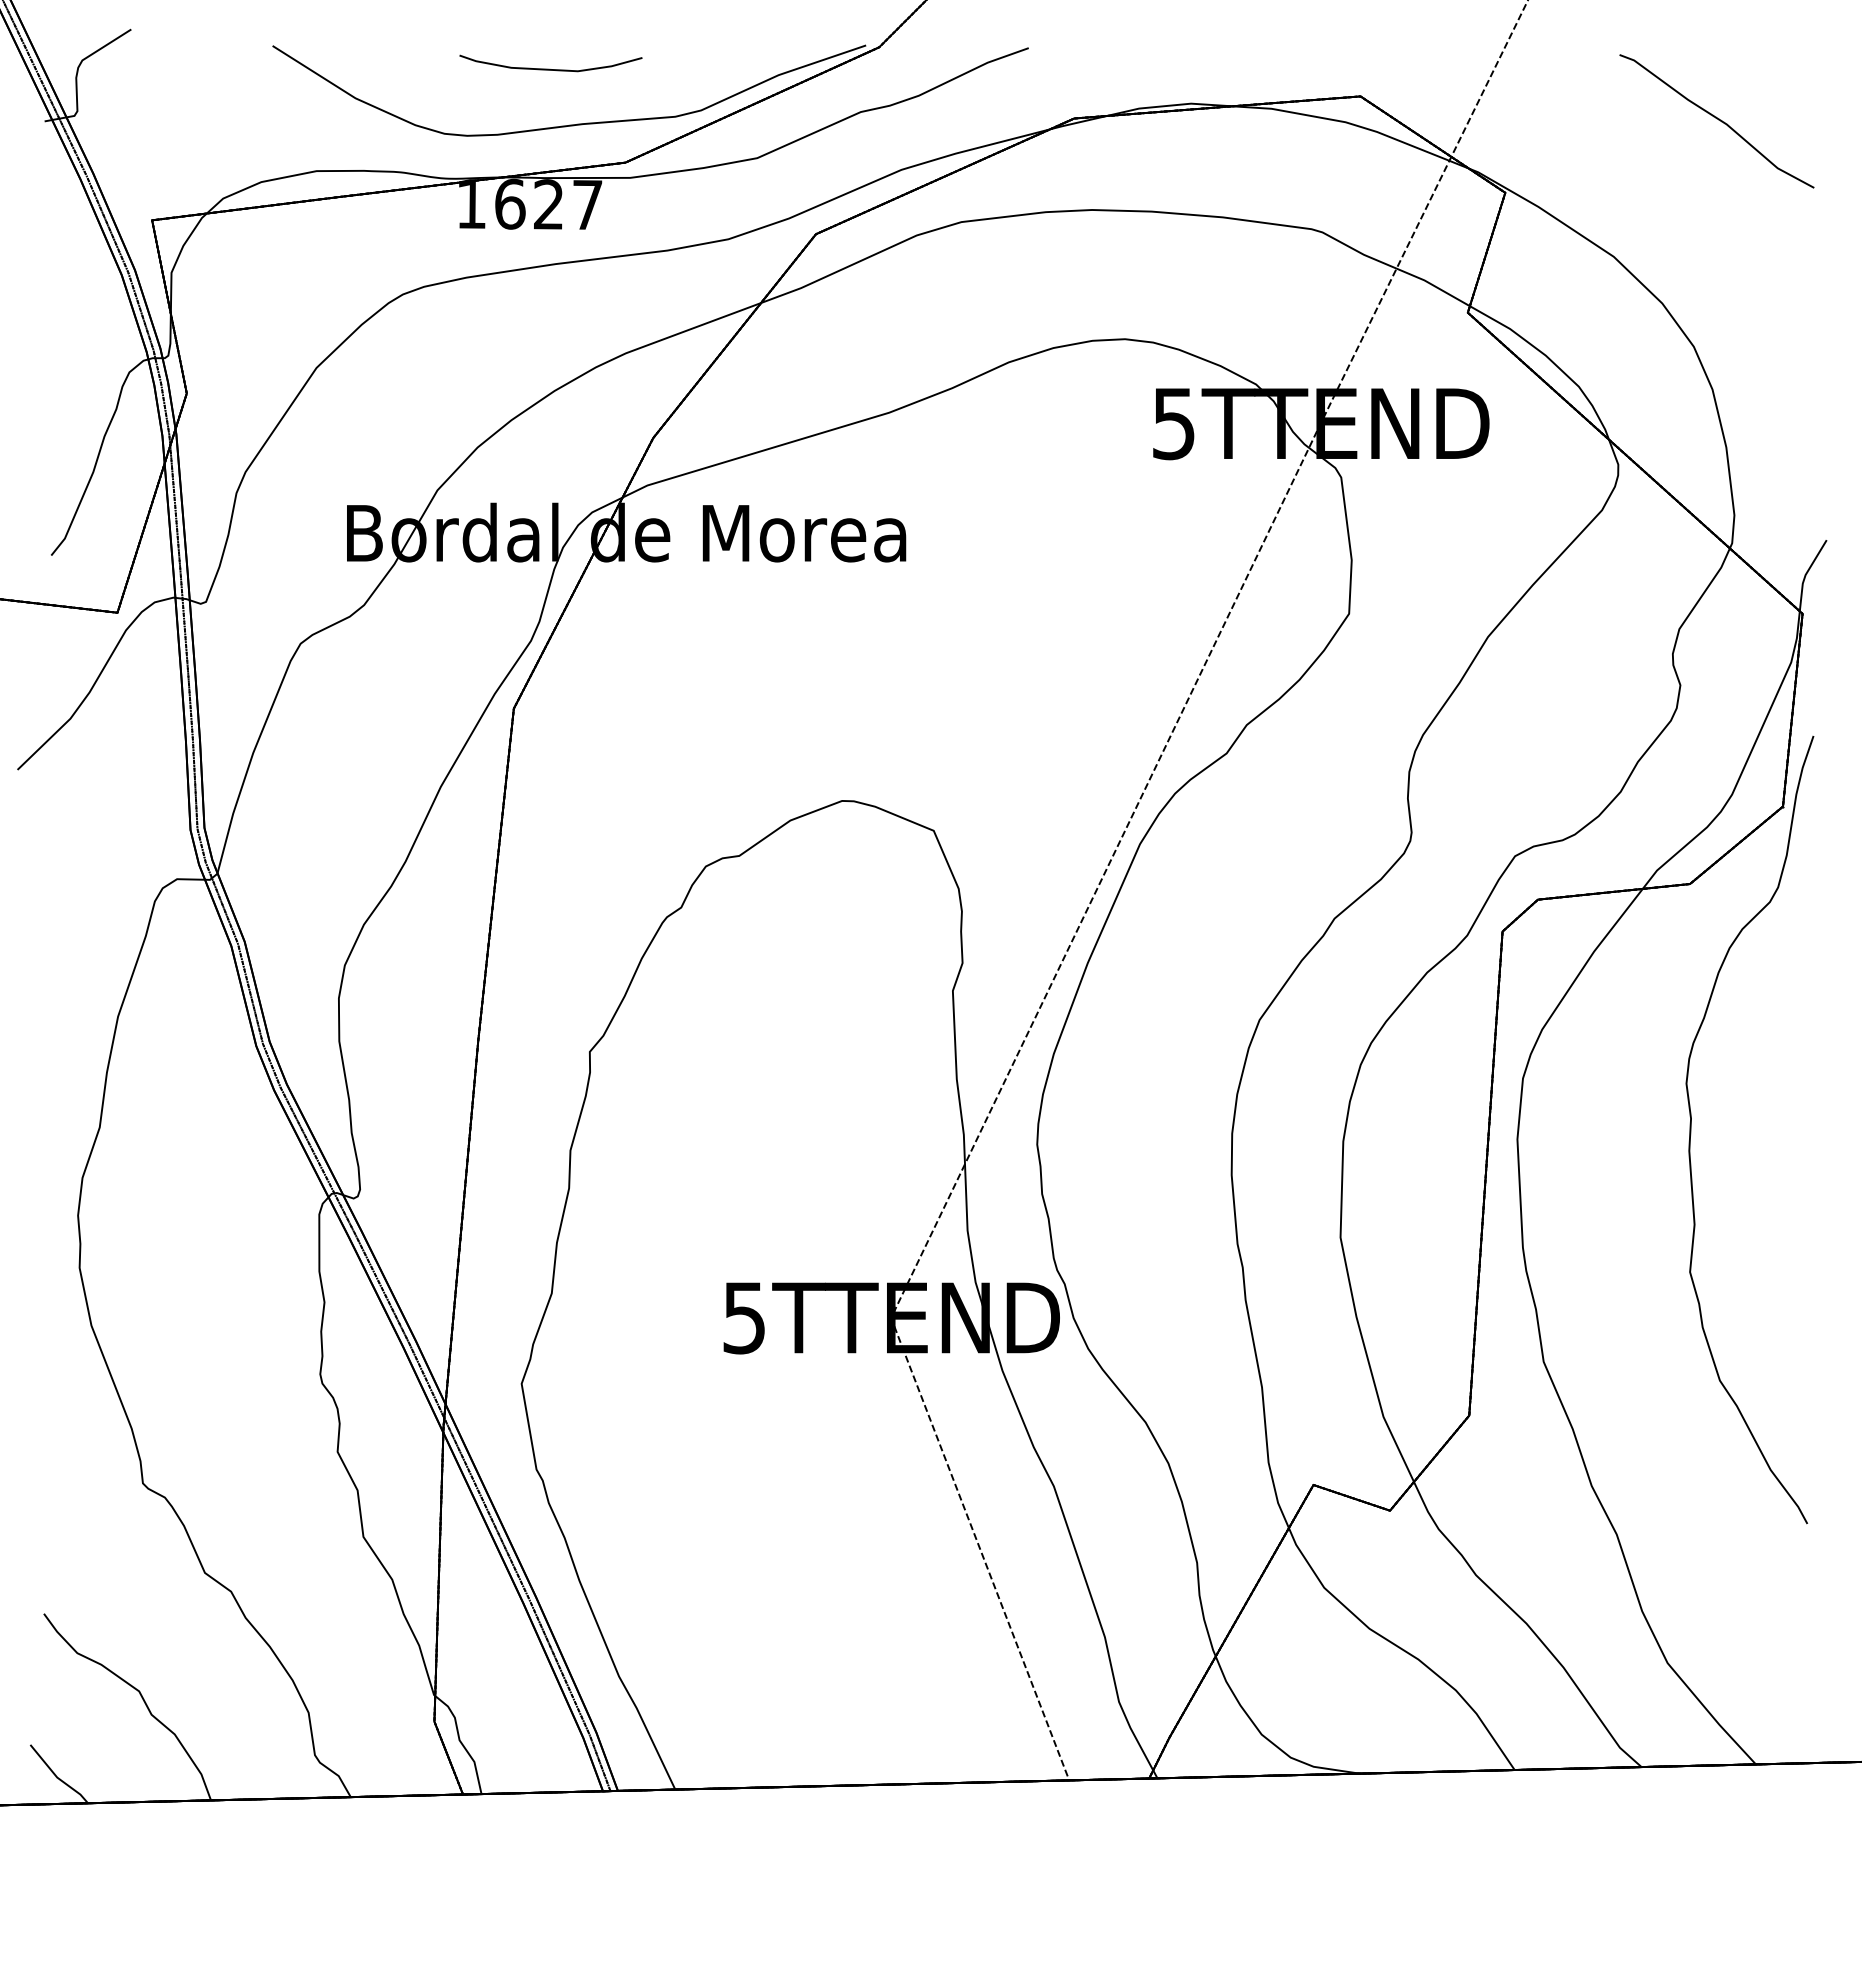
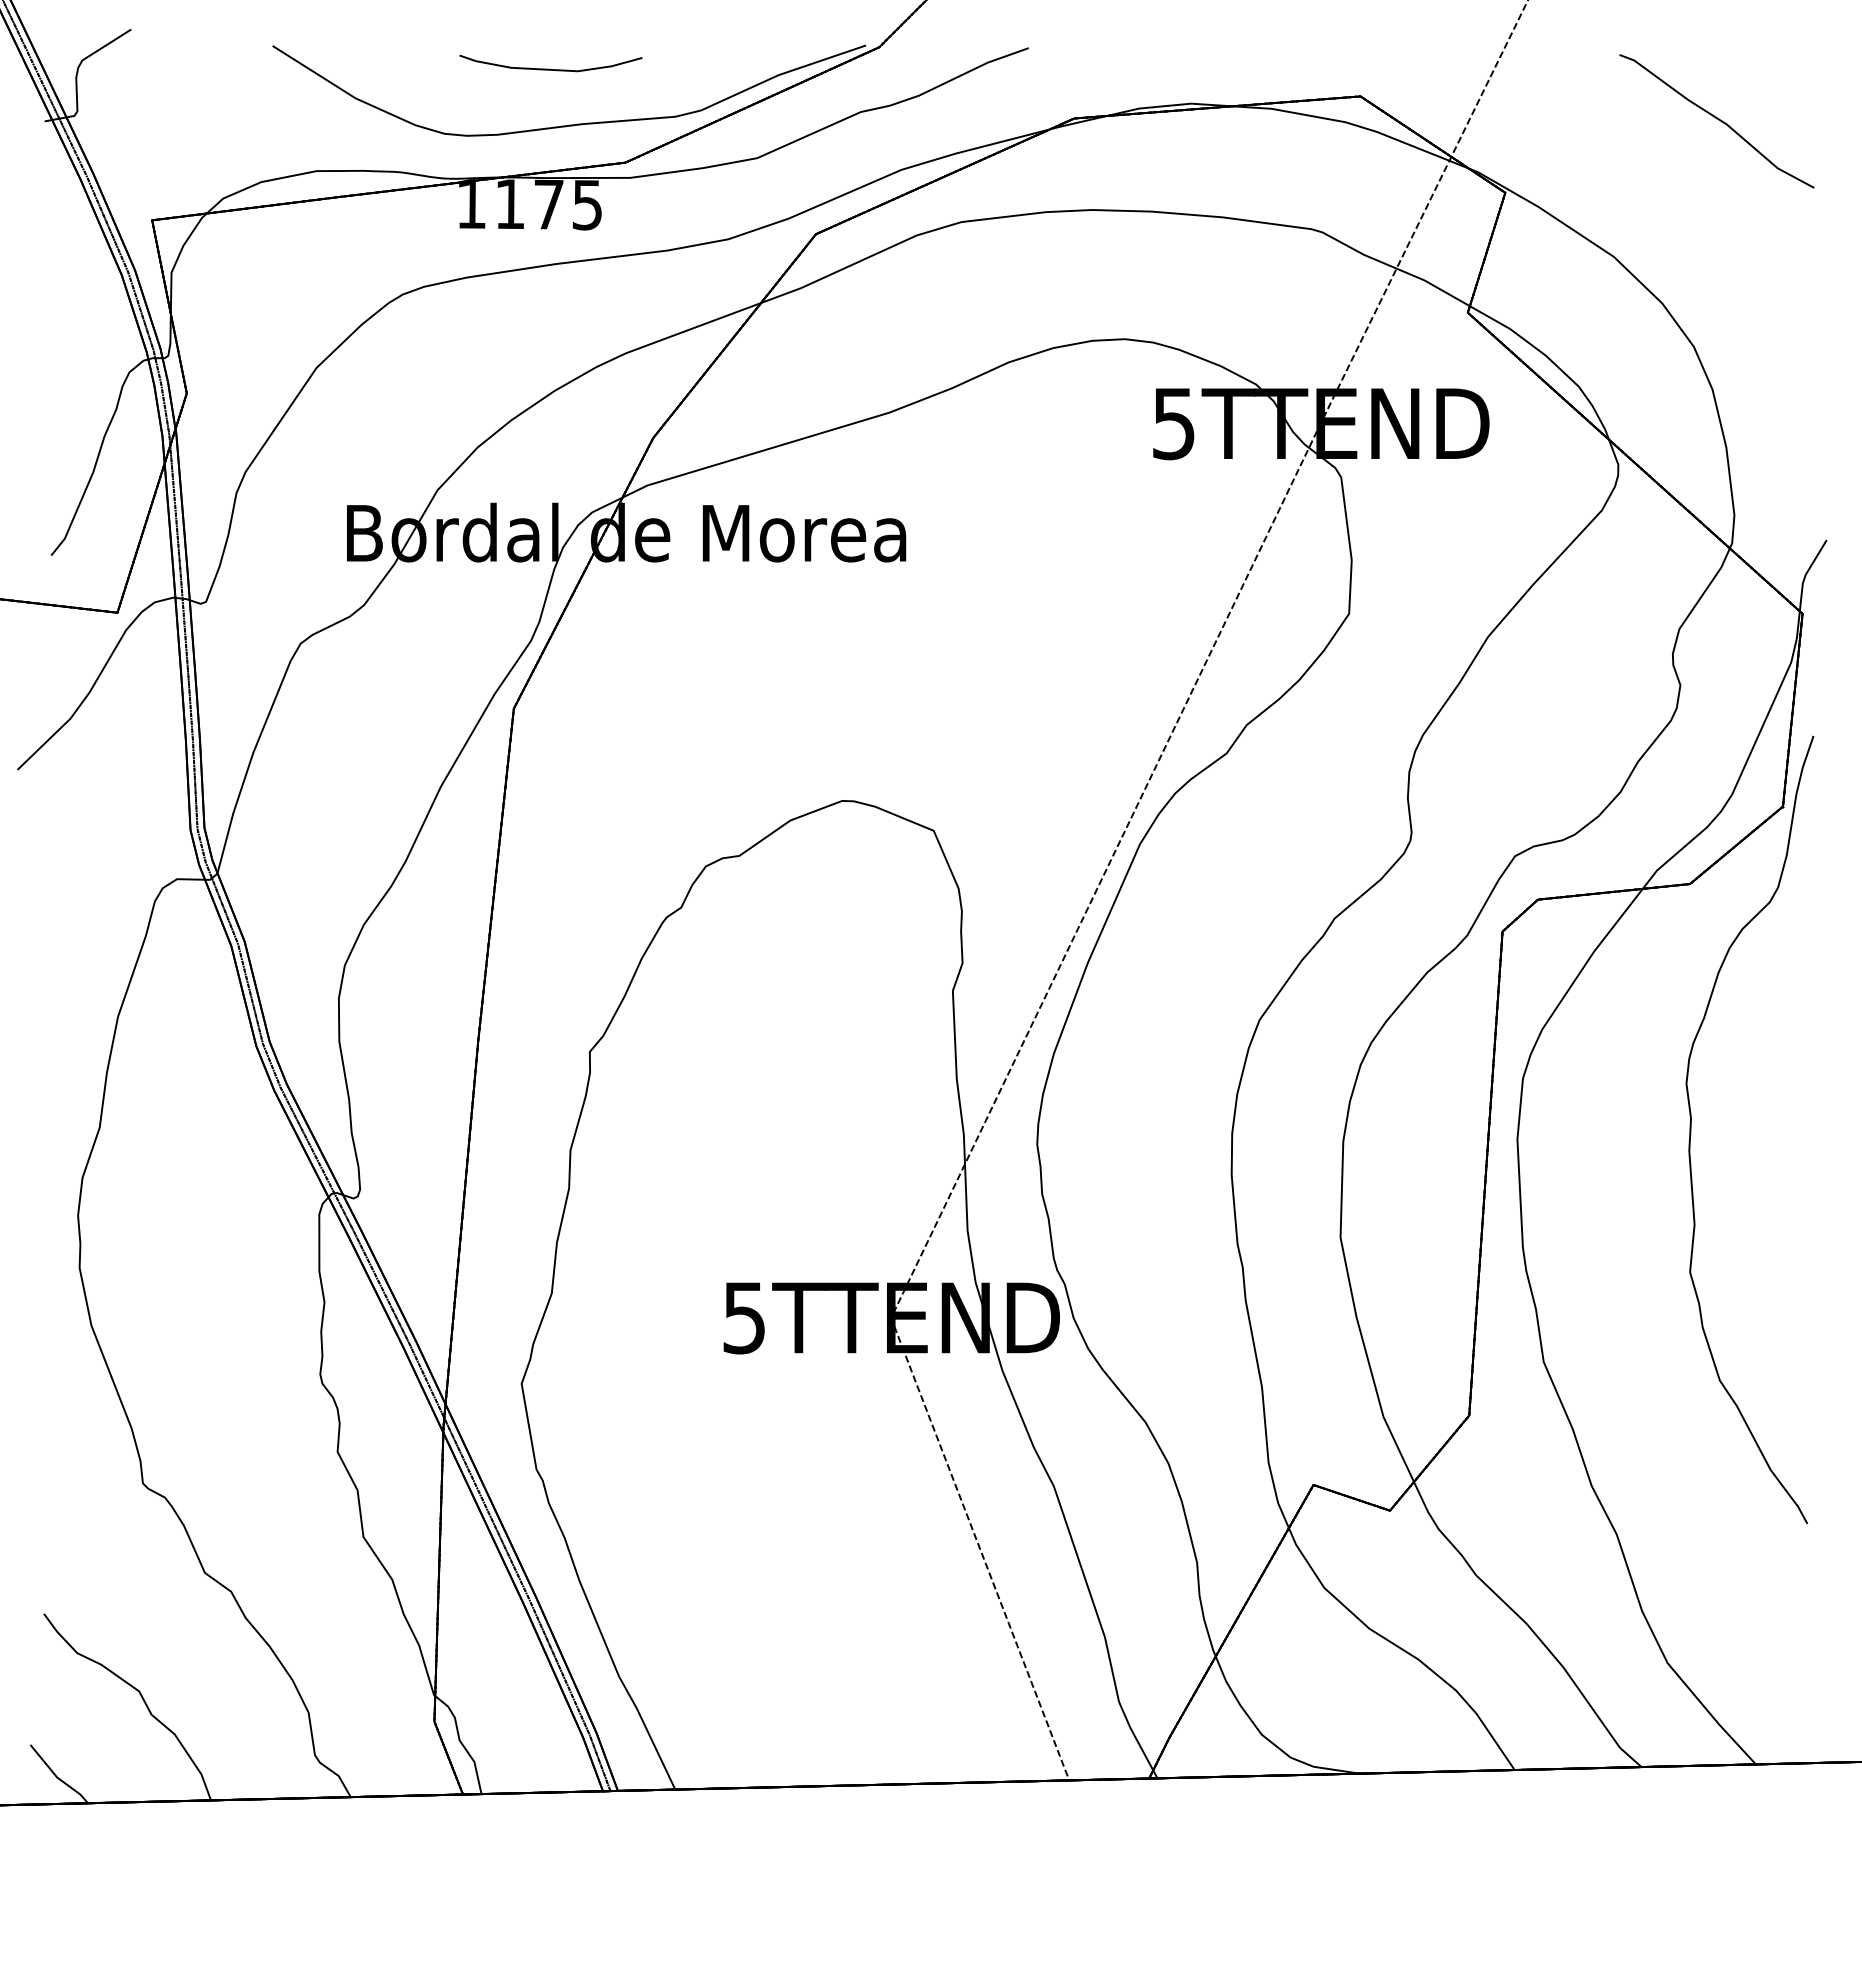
text at (548, 204): 1627 -> 1175
